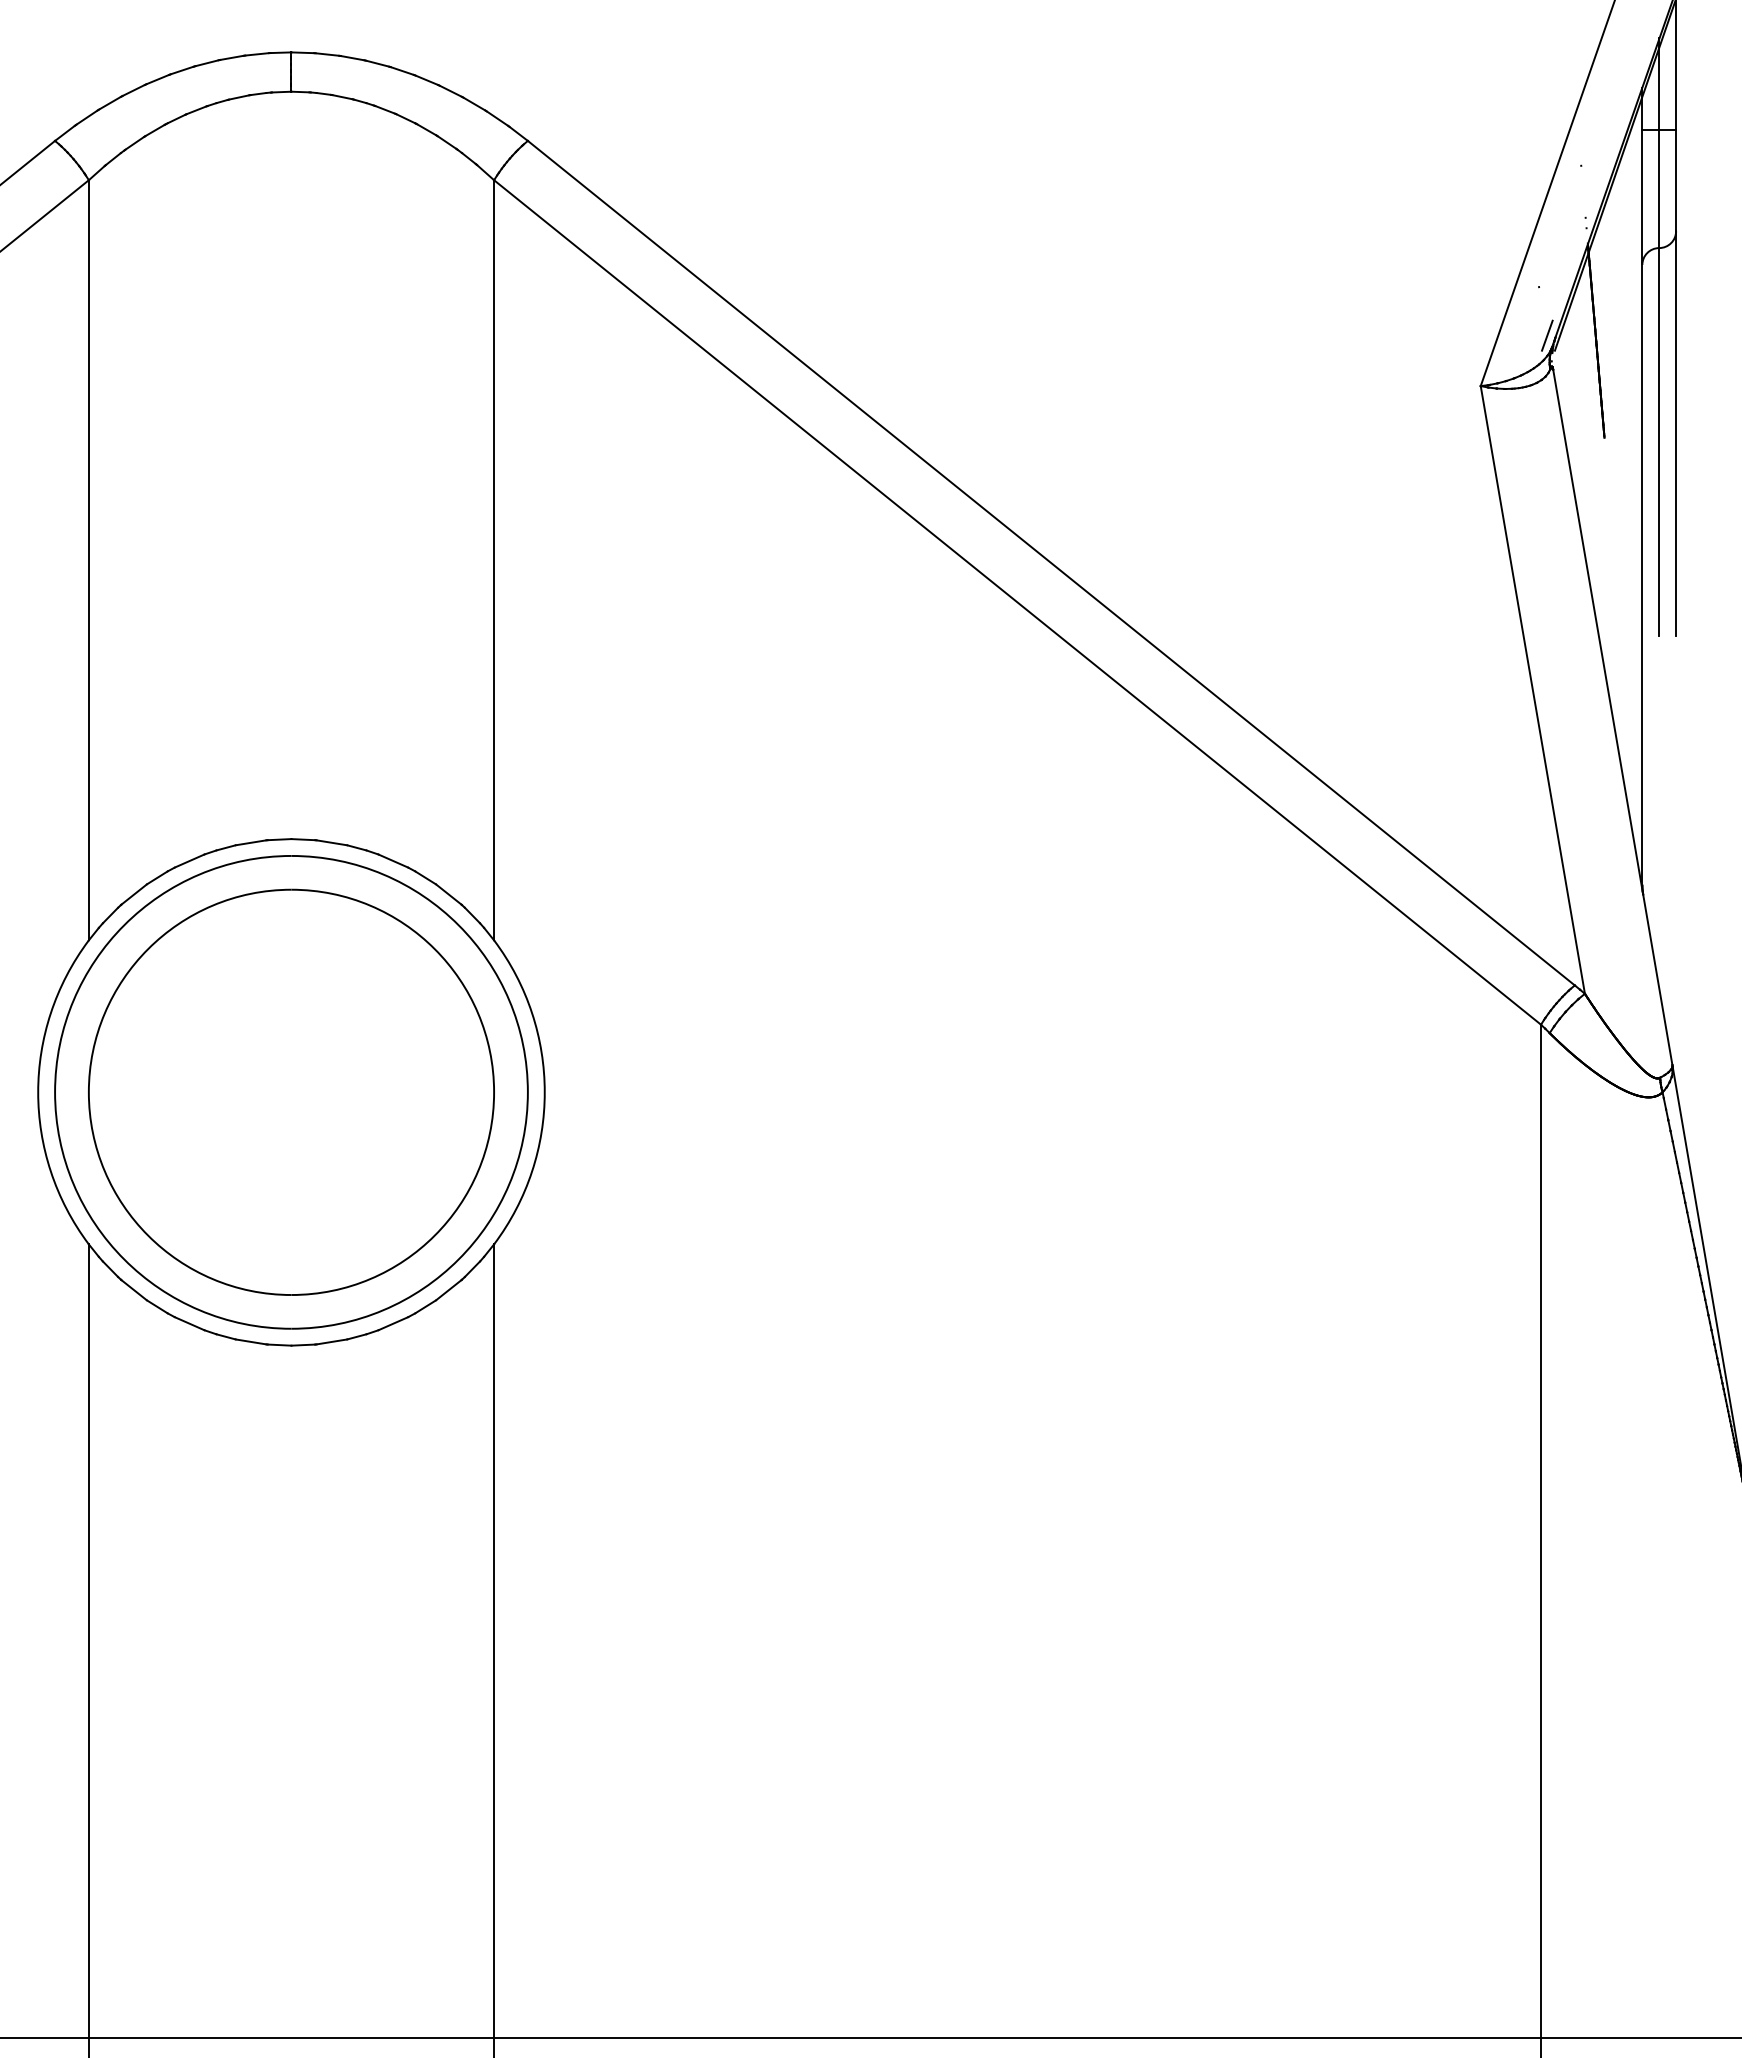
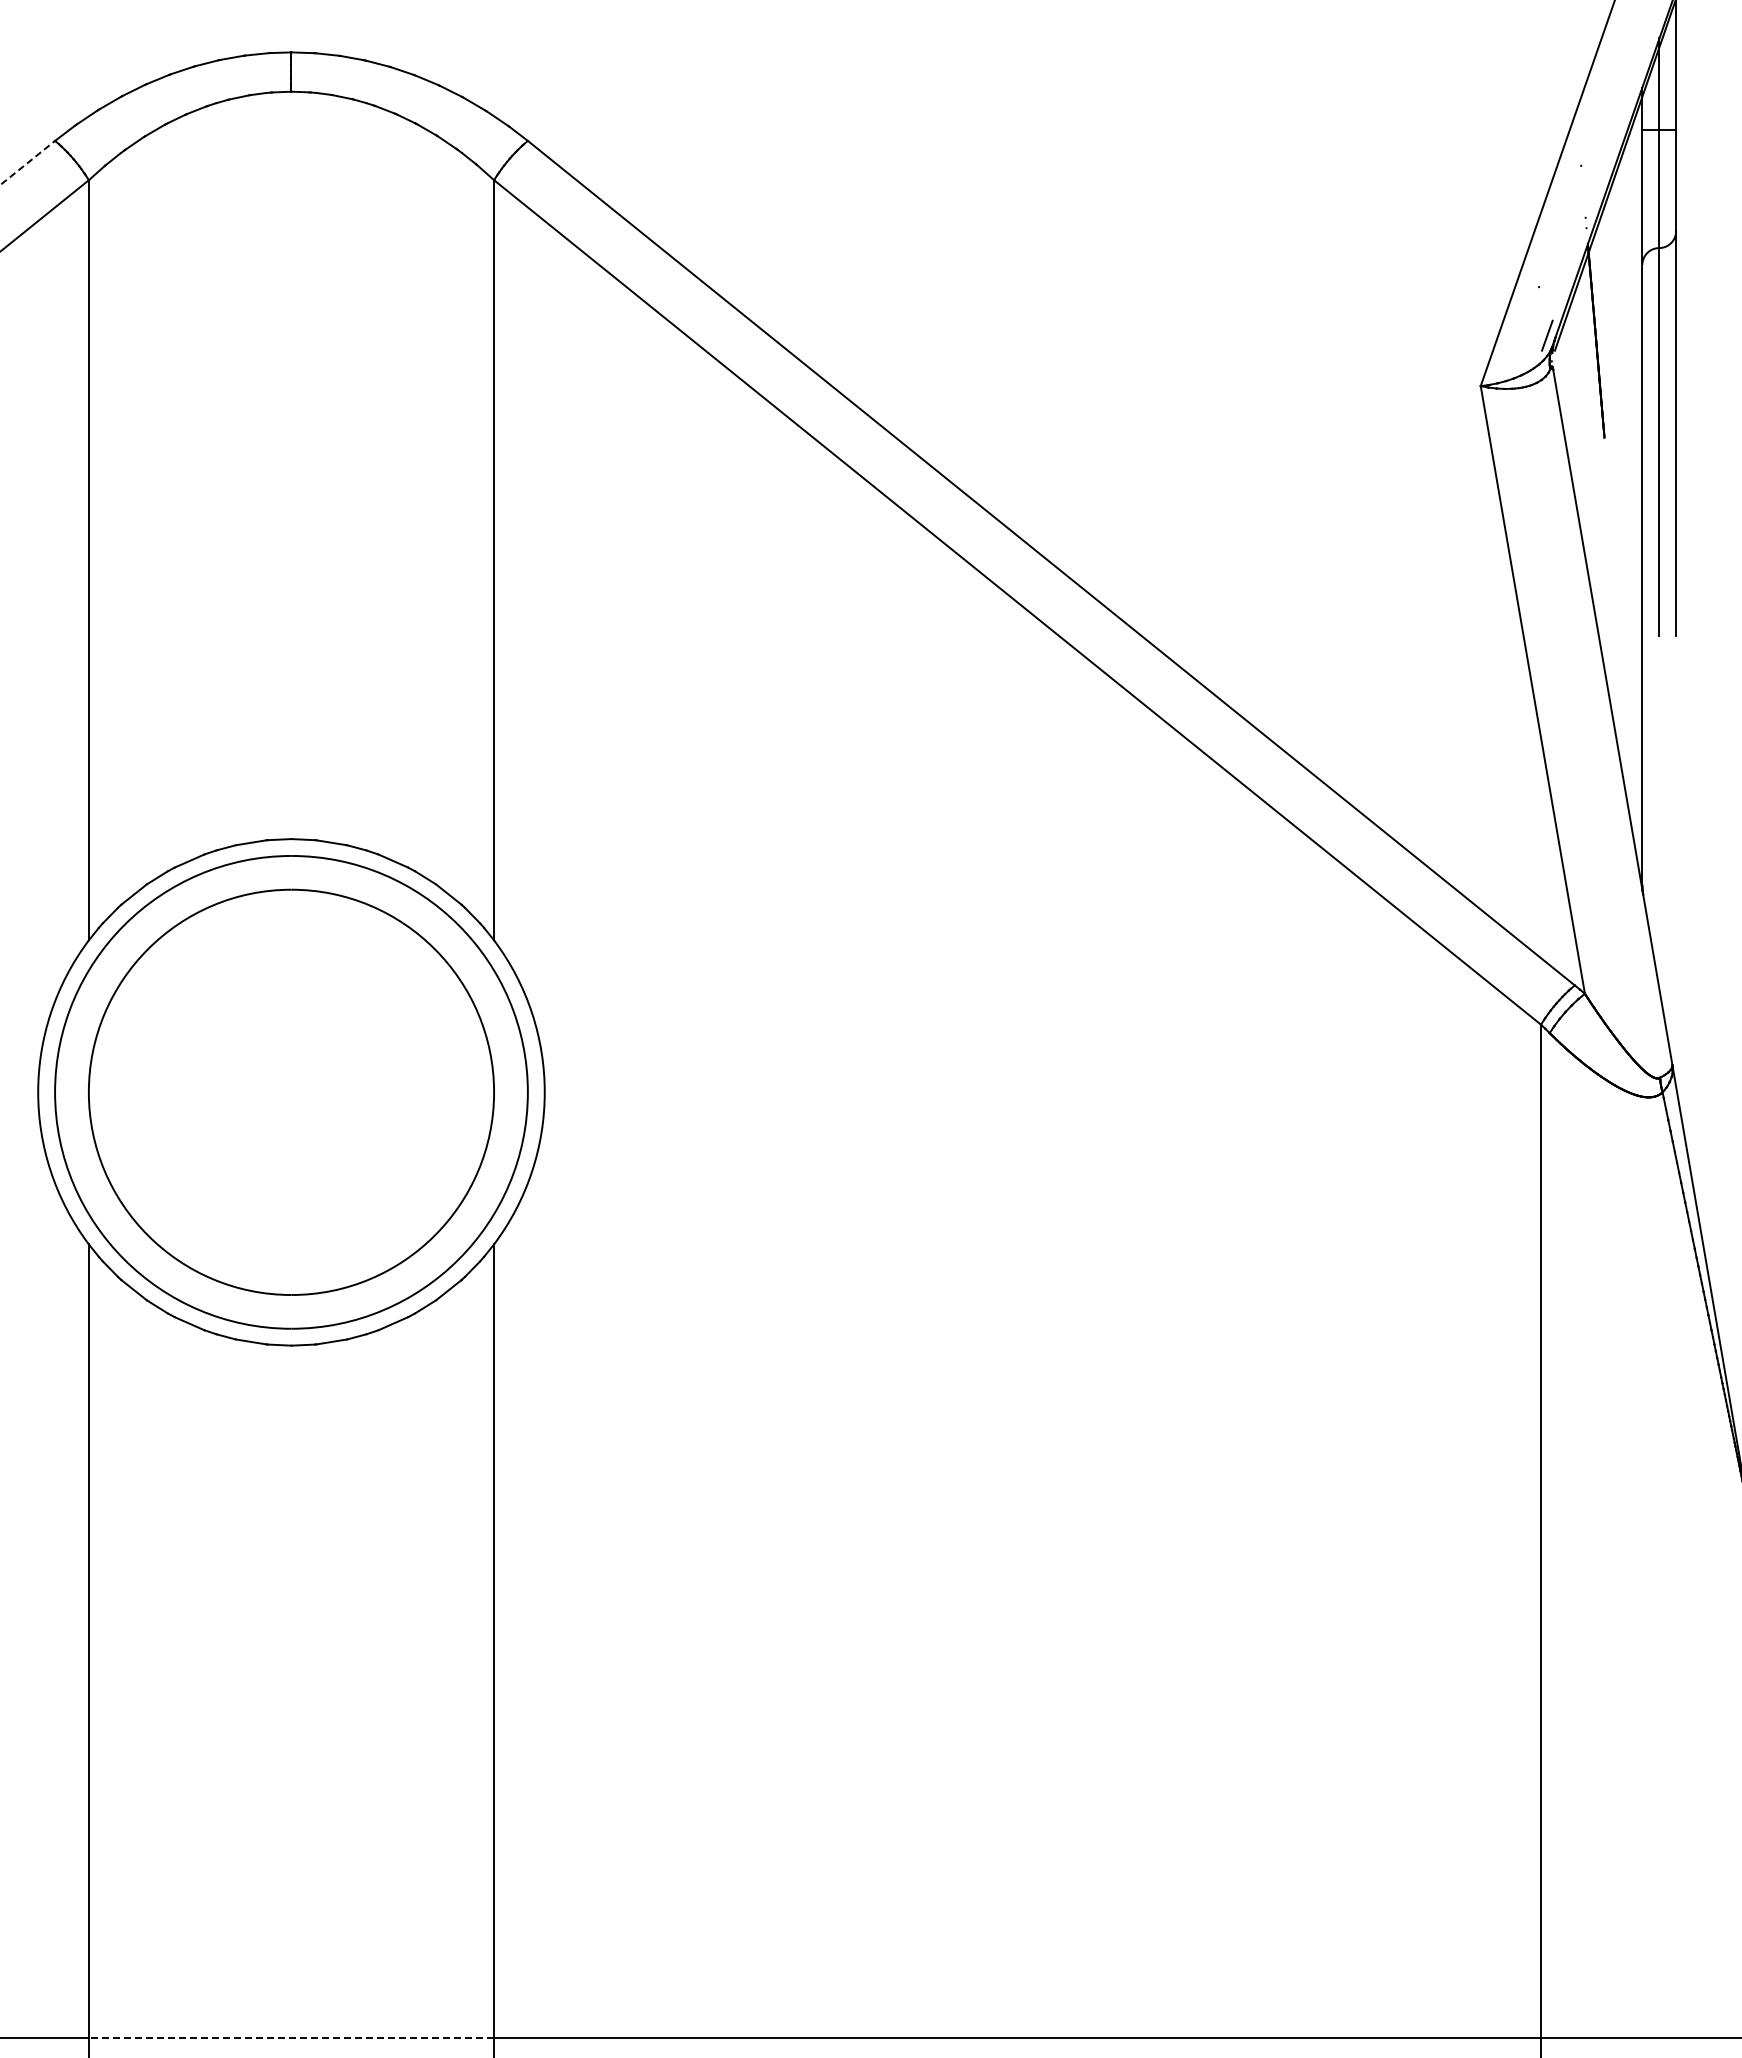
line at (27, 162): solid -> dashed
line at (291, 2037): solid -> dashed
